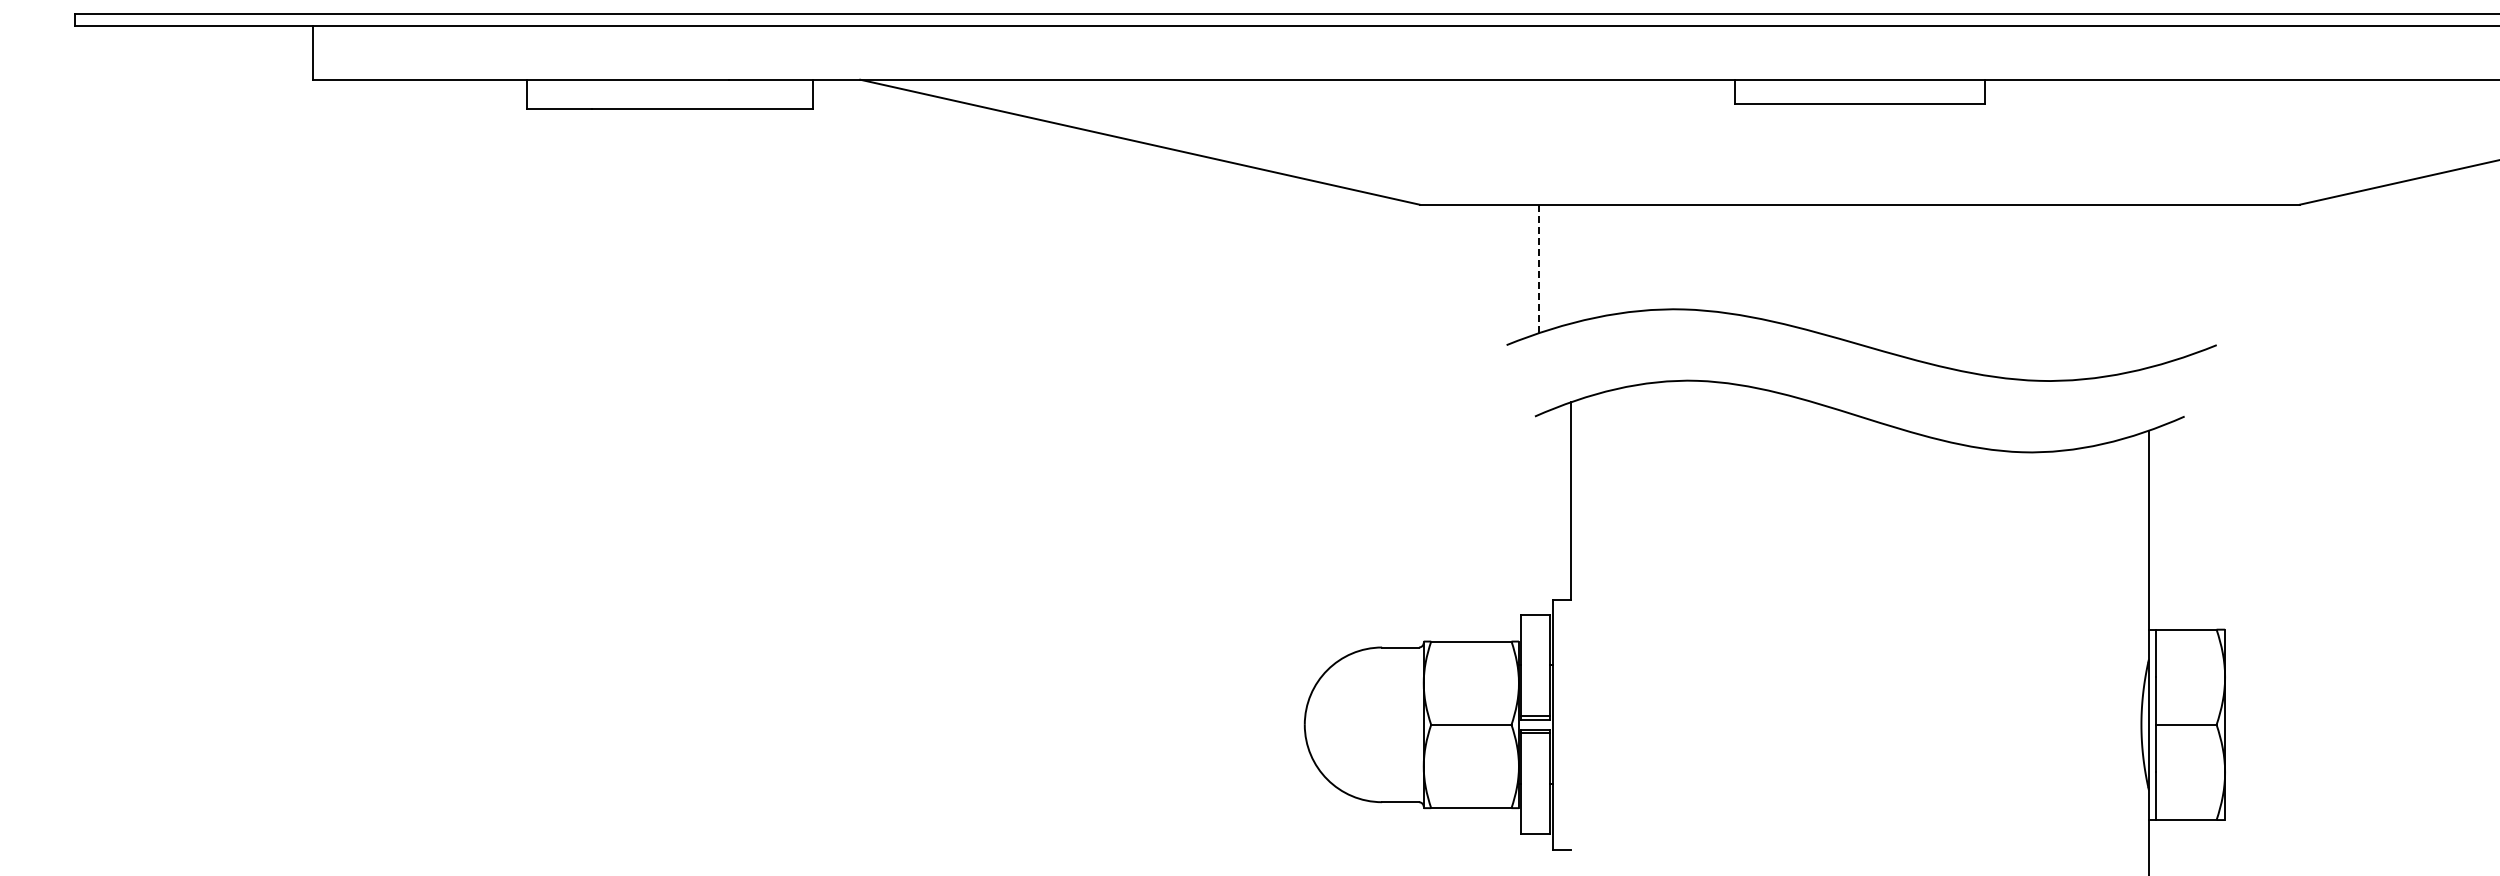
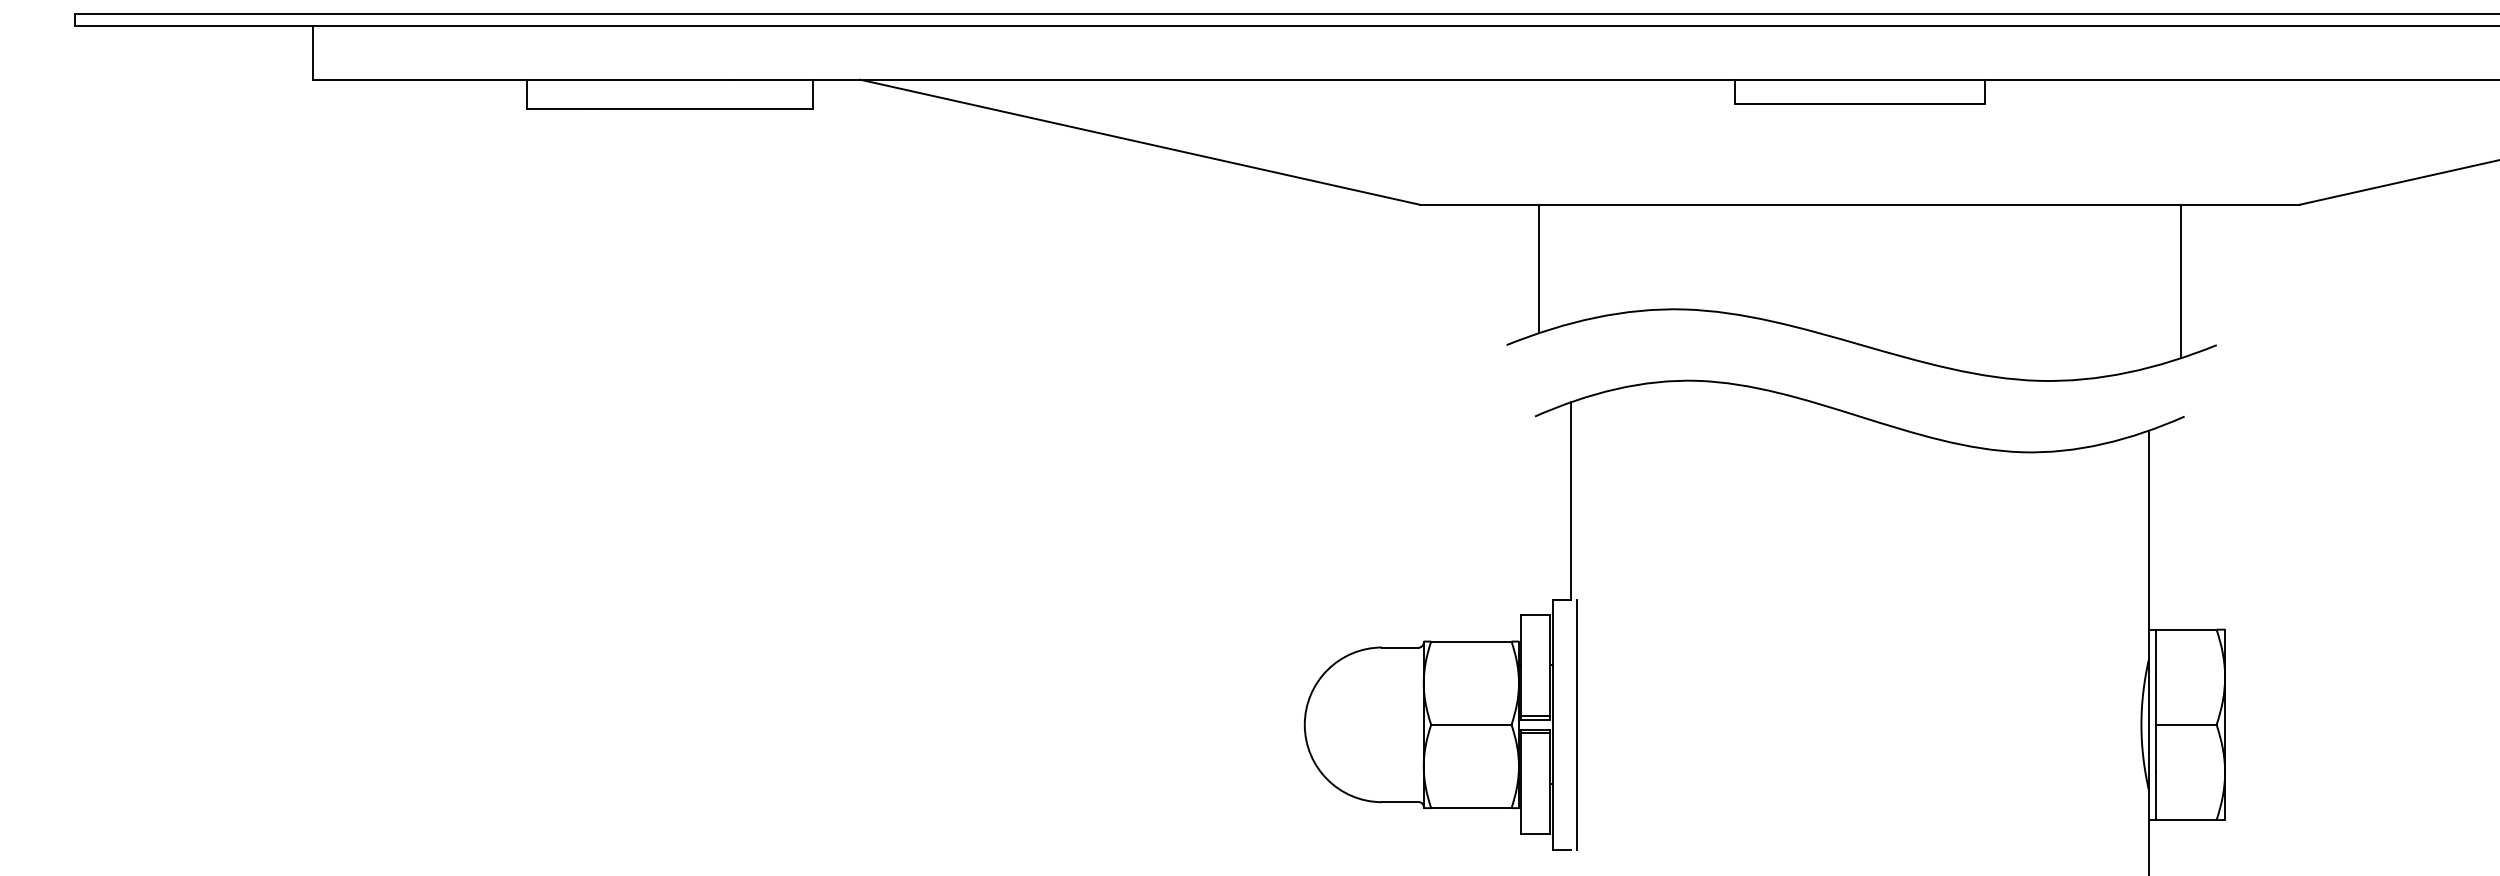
line at (1538, 269): dashed -> solid
line at (2181, 281): none -> present
line at (1577, 724): none -> present
